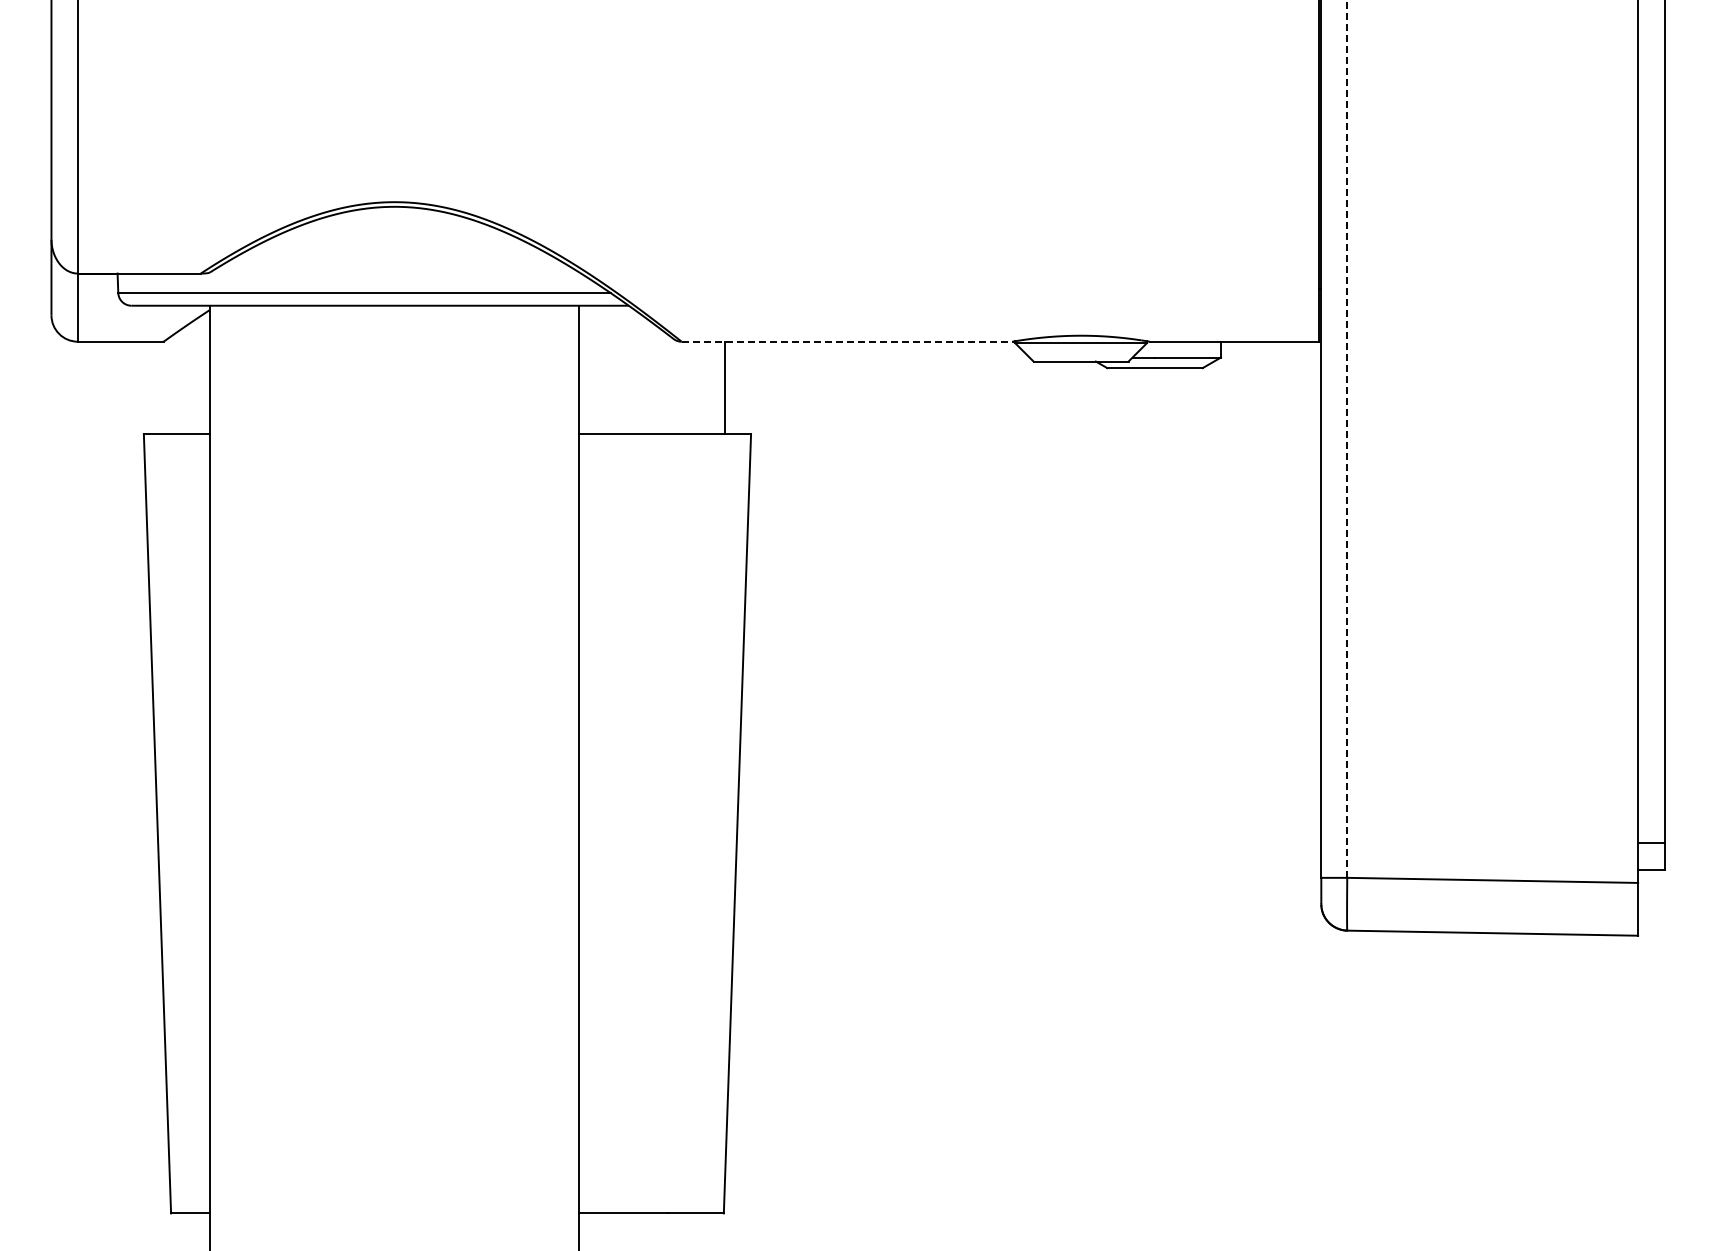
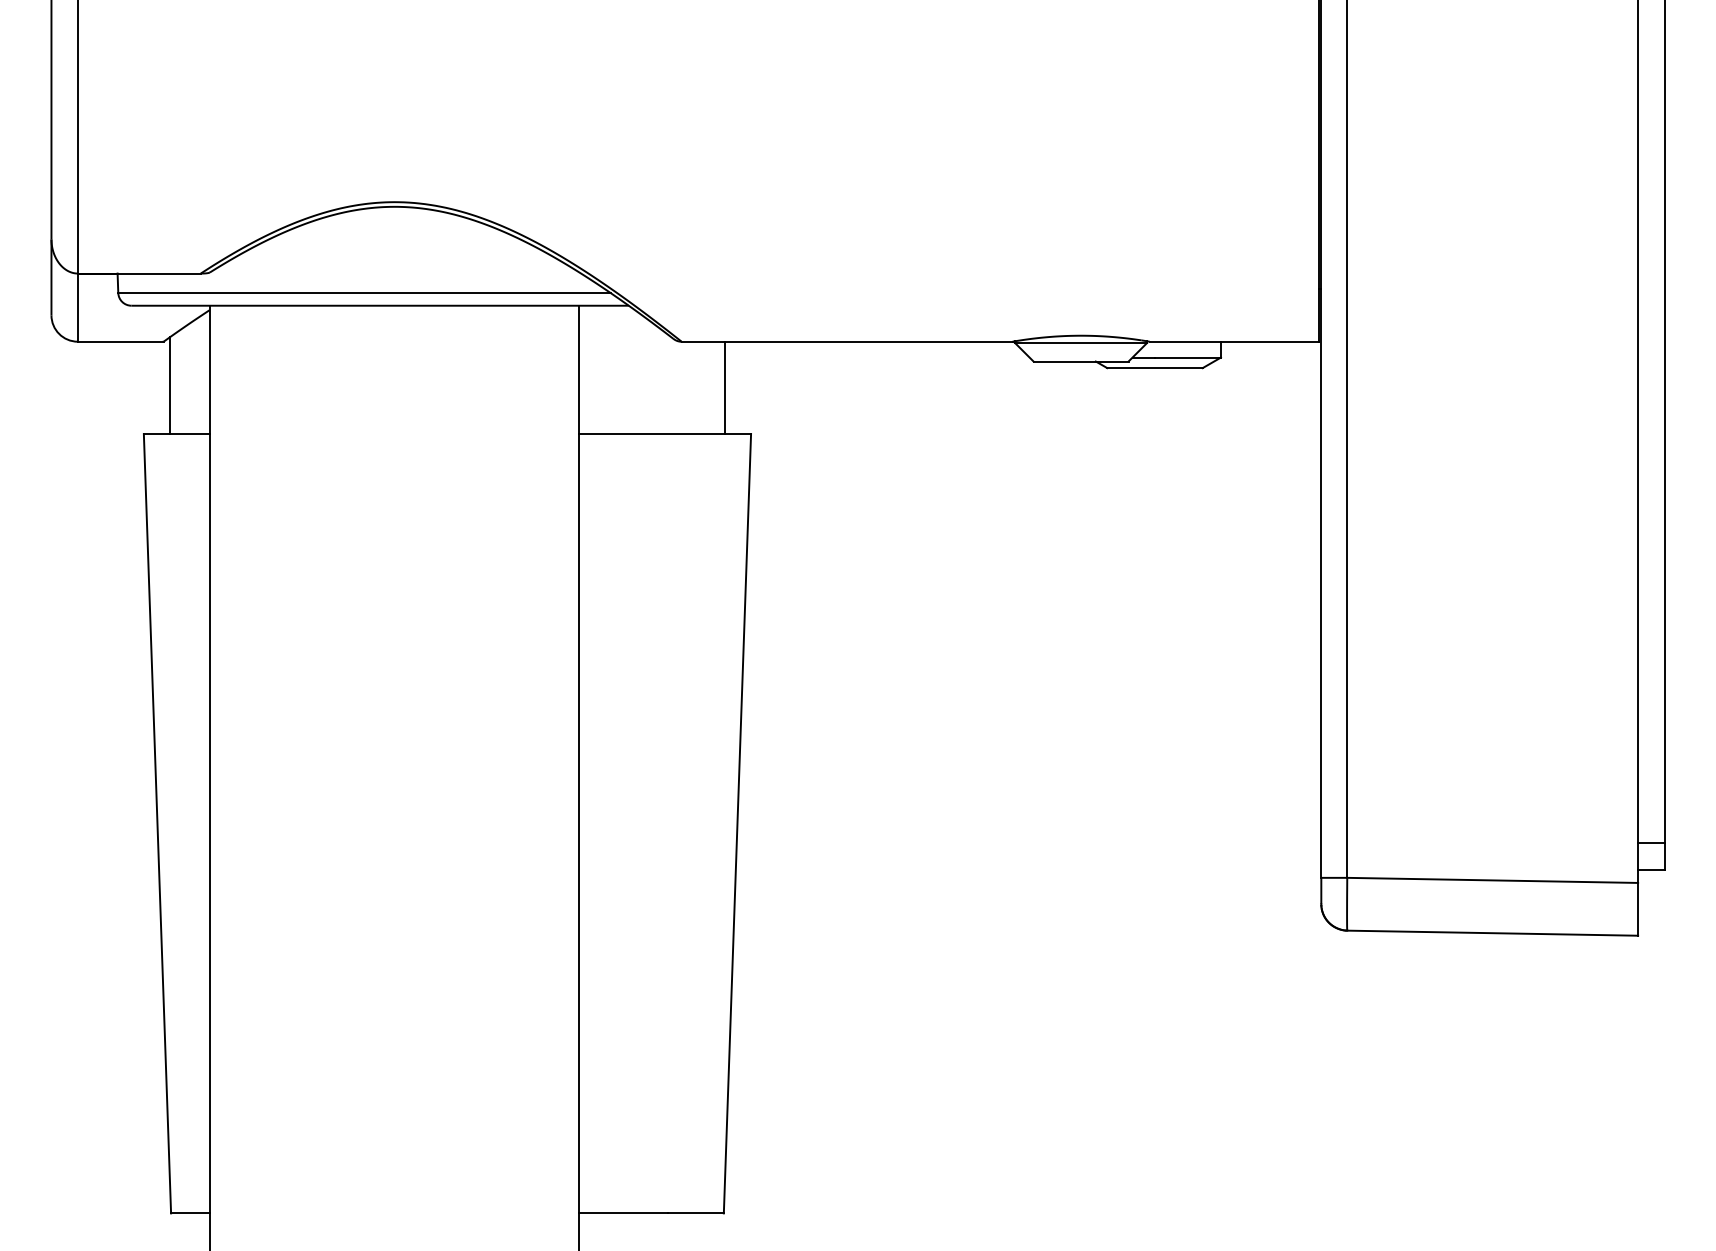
line at (847, 341): dashed -> solid
line at (170, 385): none -> present
line at (1347, 439): dashed -> solid
